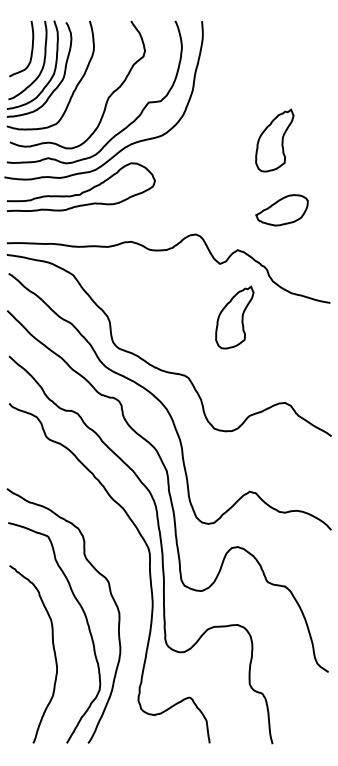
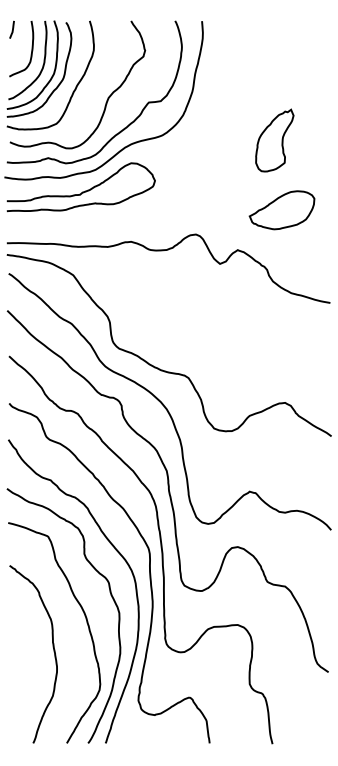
line at (12, 29): none -> present
part at (281, 210) size: 54x33 px -> 68x41 px
part at (234, 317): present -> none
curve at (115, 550): none -> present
